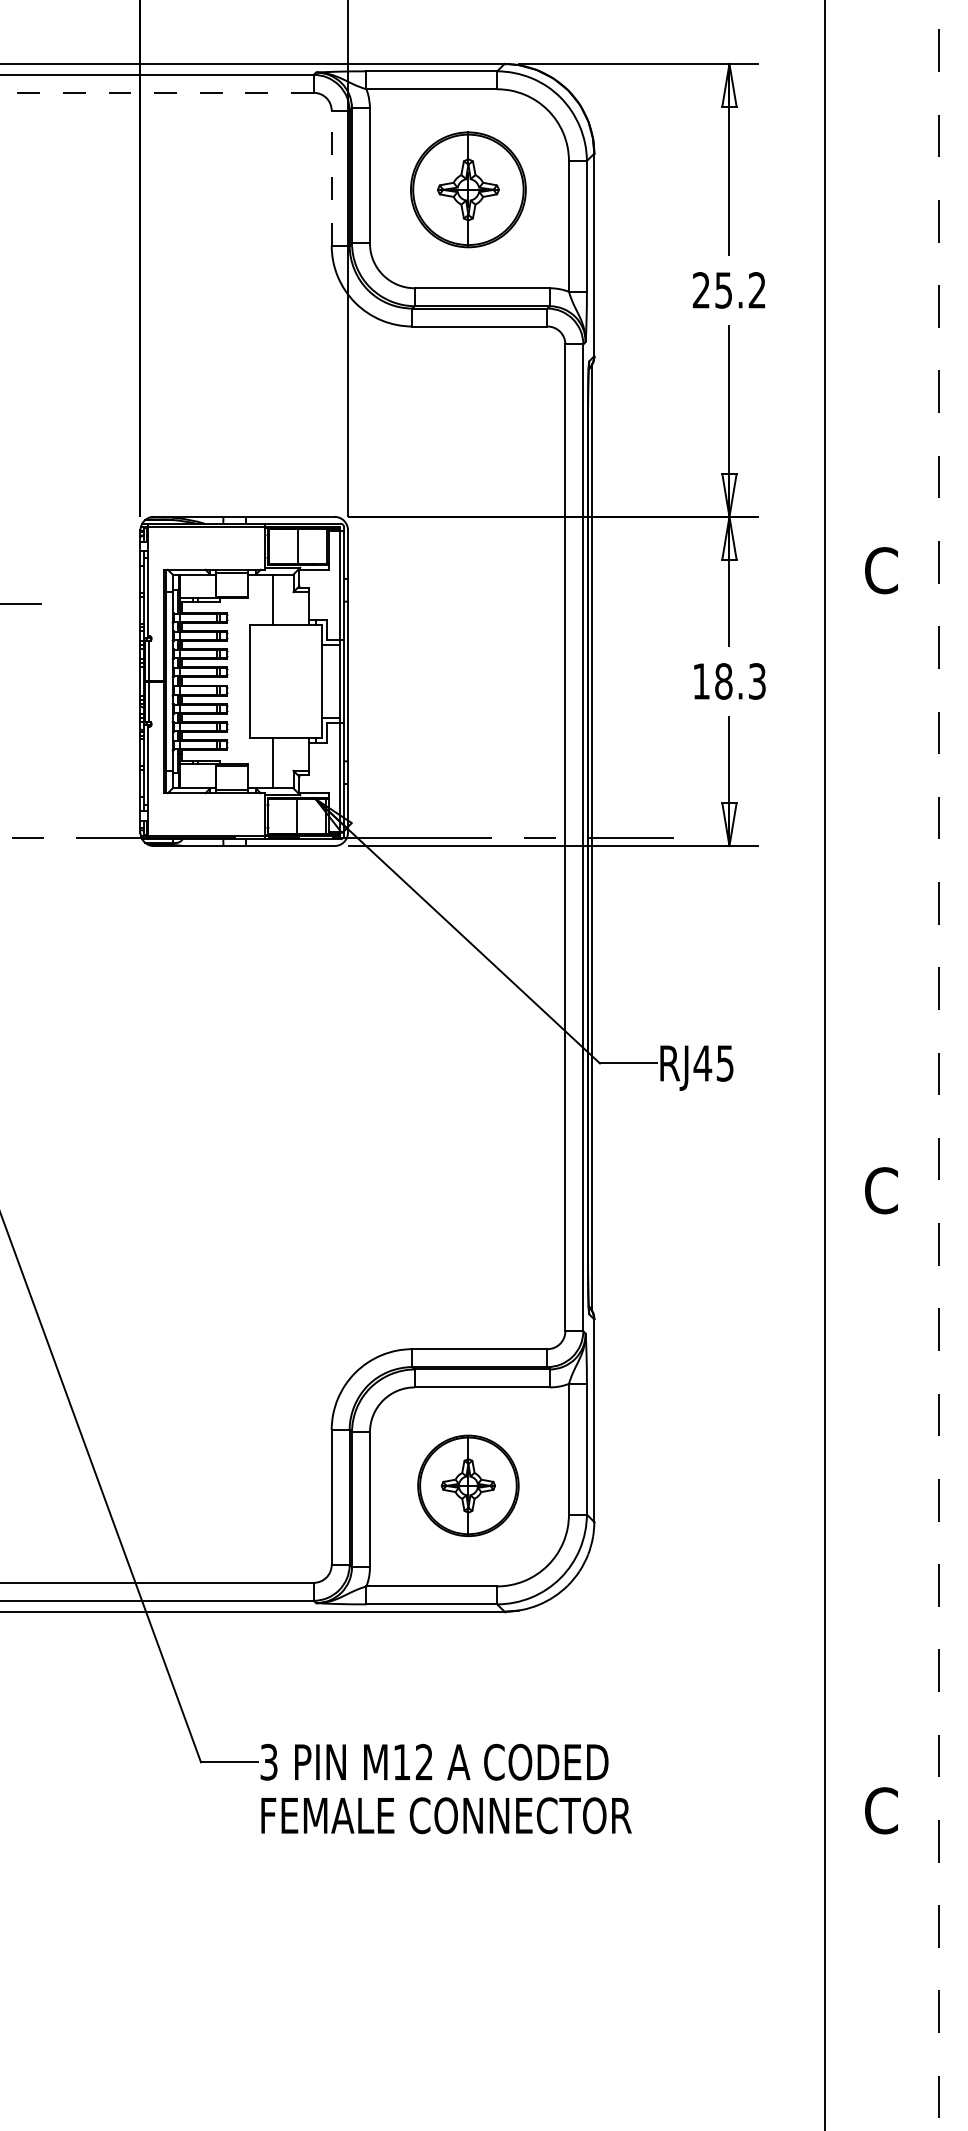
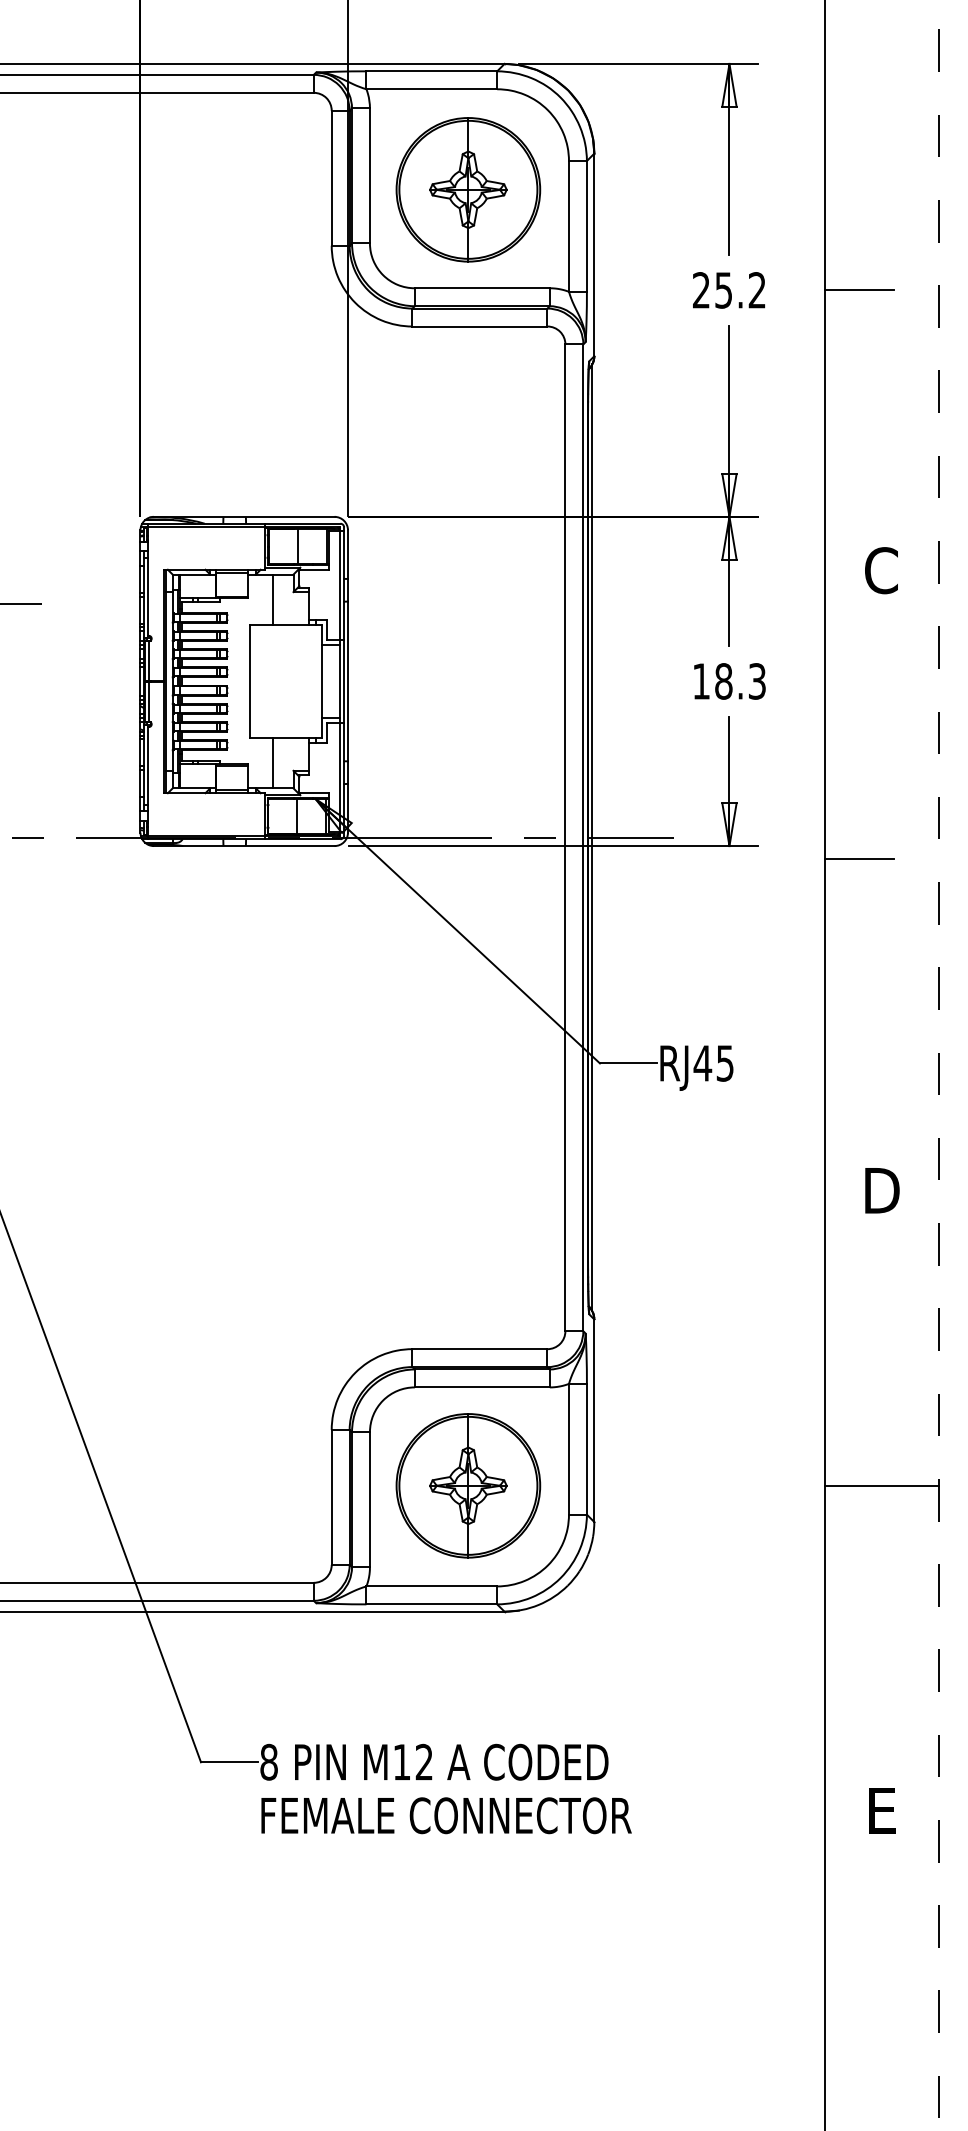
line at (156, 92): dashed -> solid
line at (331, 178): dashed -> solid
part at (468, 189) size: 117x118 px -> 147x146 px
line at (859, 289): none -> present
line at (859, 859): none -> present
text at (882, 1190): C -> D
part at (468, 1485) size: 103x103 px -> 147x146 px
line at (882, 1486): none -> present
text at (268, 1762): 3 -> 8
text at (881, 1810): C -> E
